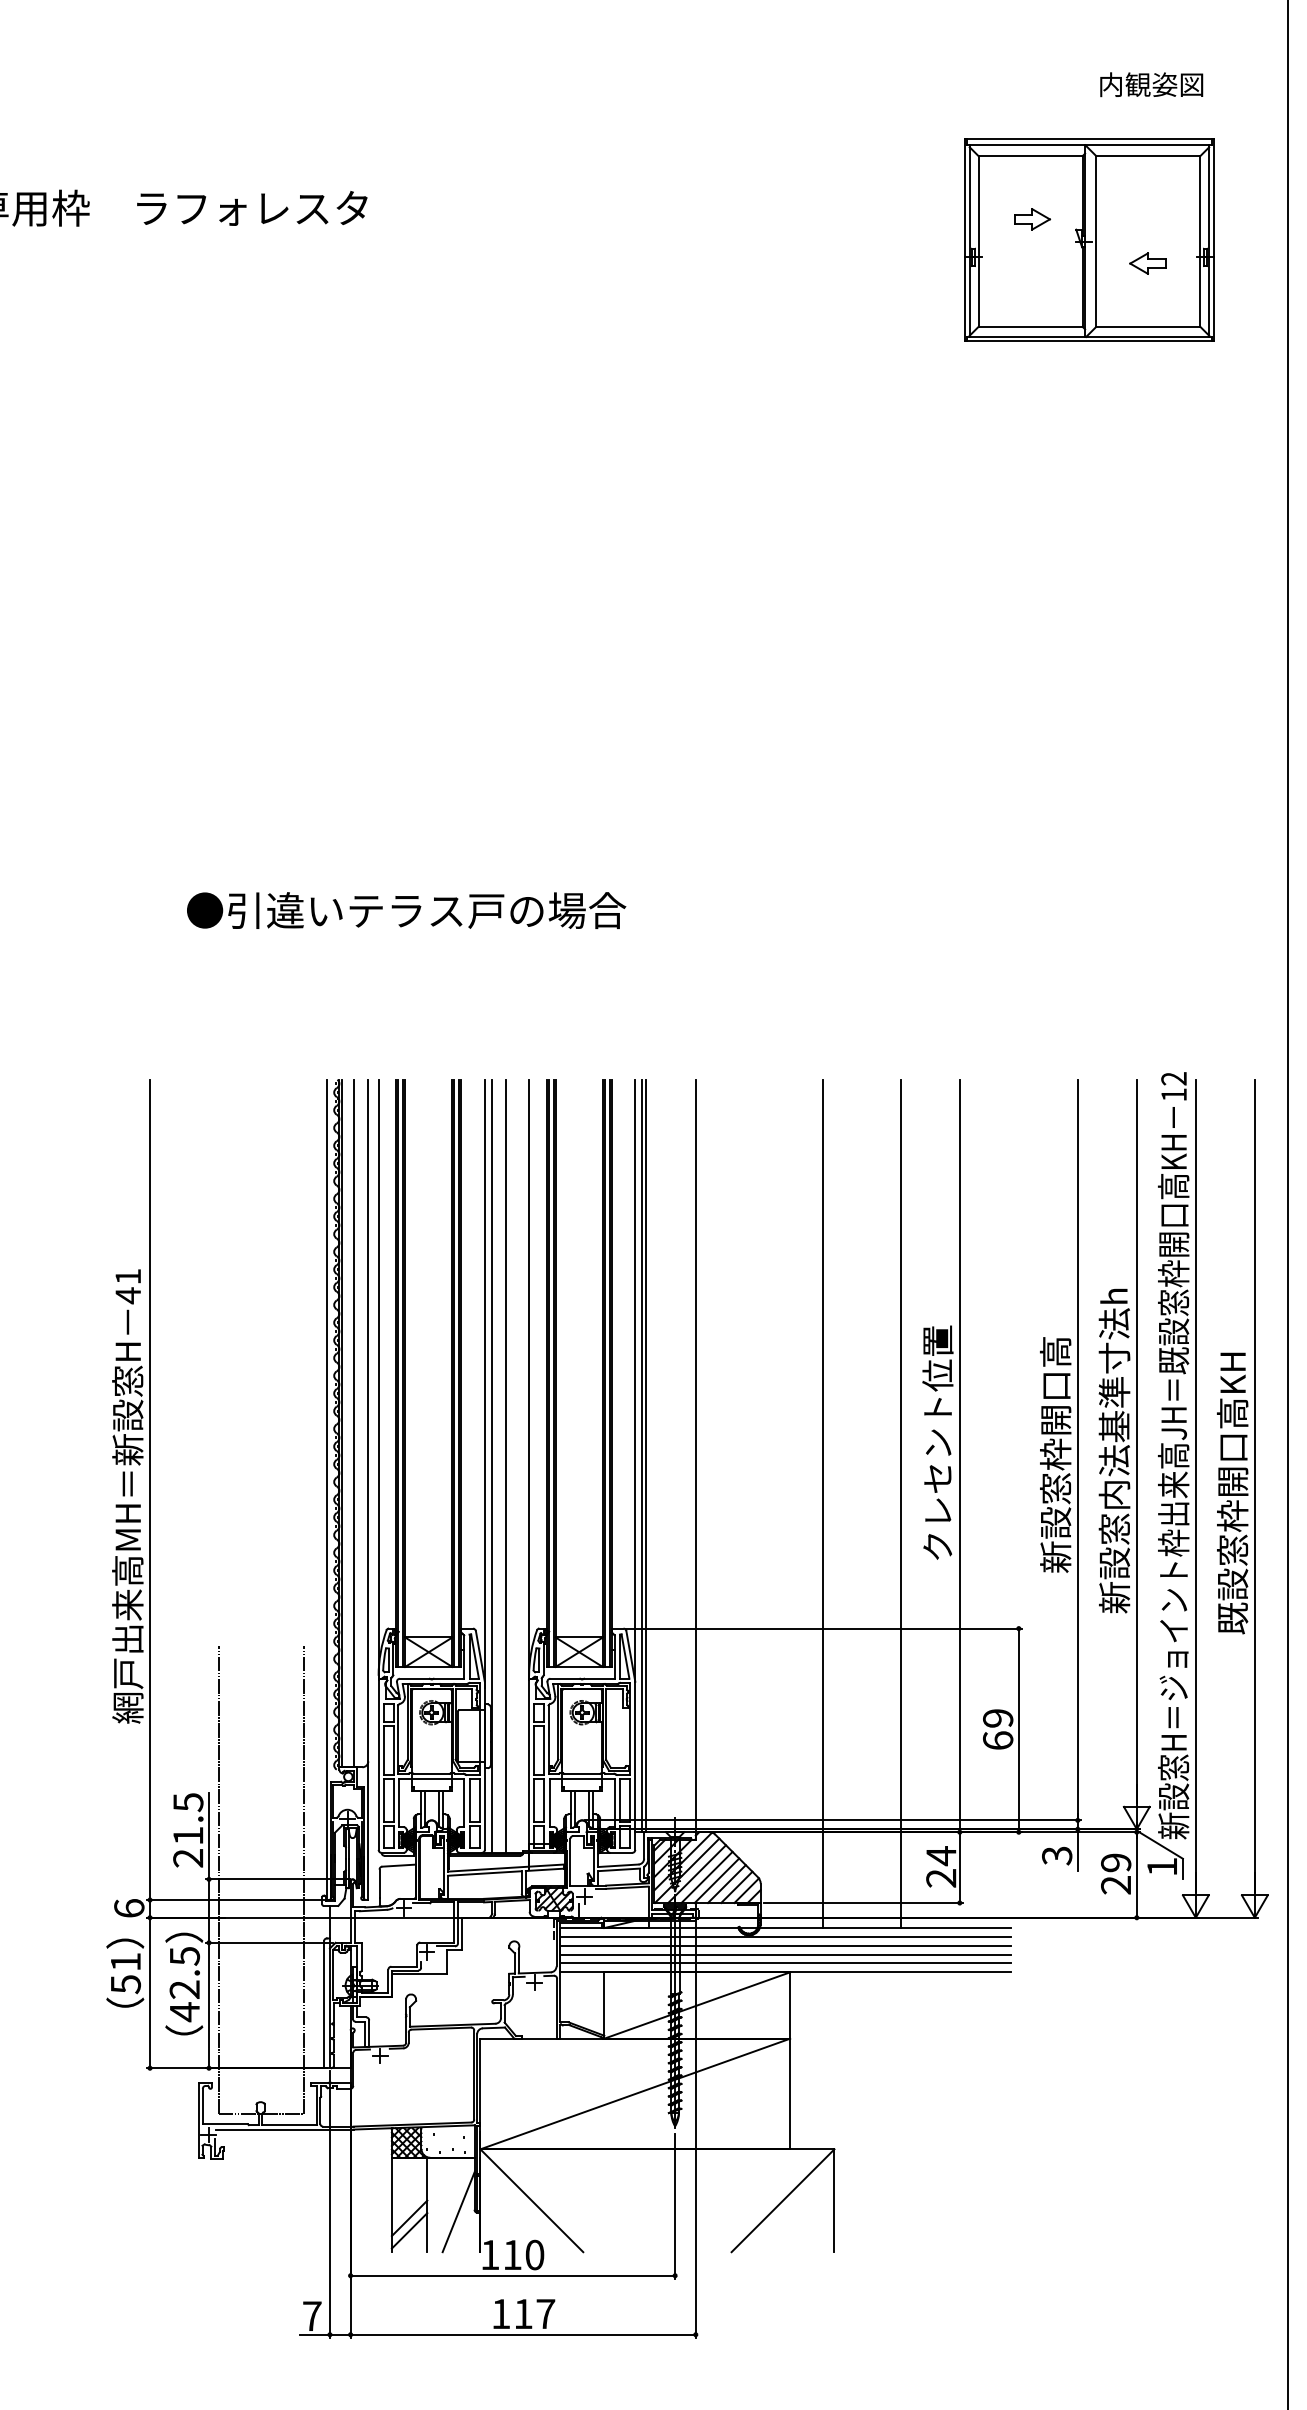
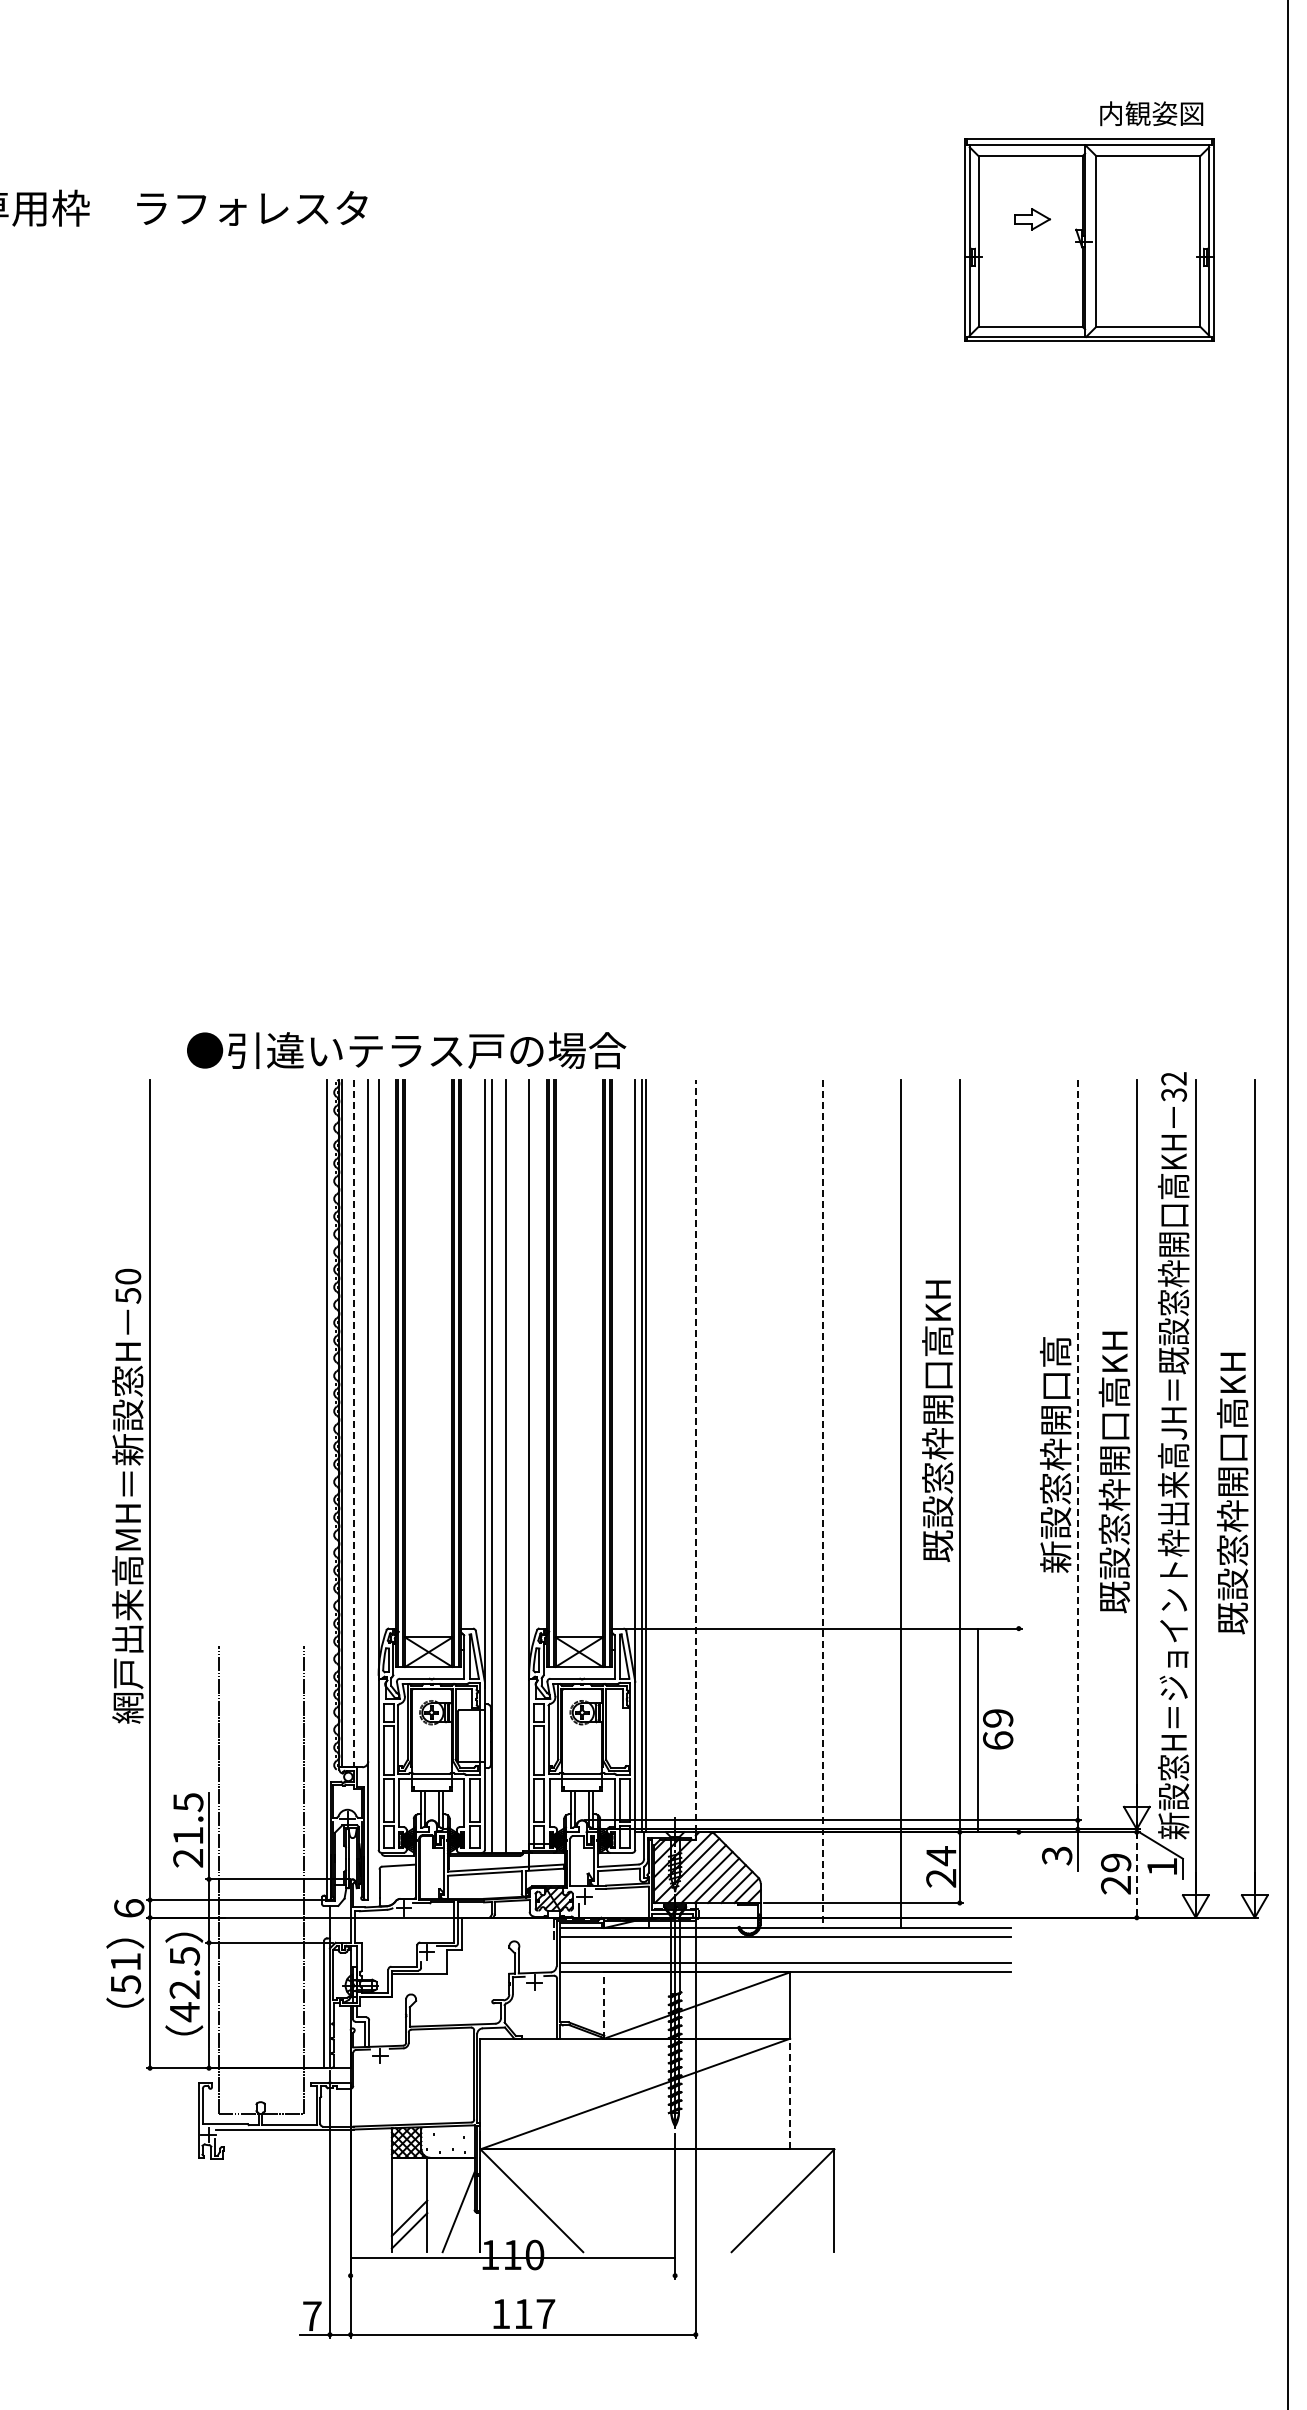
text at (1151, 84) position: (1151, 84) -> (1151, 113)
part at (1147, 263): present -> none
text at (406, 910) position: (406, 910) -> (406, 1050)
text at (1174, 1094): 12 -> 32
text at (128, 1286): 41 -> 50
text at (937, 1421): クレセント位置 -> 既設窓枠開口高KH
line at (354, 1423): solid -> dashed
line at (1077, 1450): solid -> dashed
text at (1114, 1450): 新設窓内法基準寸法h -> 既設窓枠開口高KH
line at (695, 1455): solid -> dashed
line at (822, 1504): solid -> dashed
line at (1018, 1730) position: (1018, 1730) -> (977, 1730)
line at (1136, 1874): solid -> dashed
line at (785, 1945): present -> none
line at (785, 1954): present -> none
line at (604, 2005): solid -> dashed
line at (790, 2093): solid -> dashed
line at (512, 2275) position: (512, 2275) -> (512, 2257)
